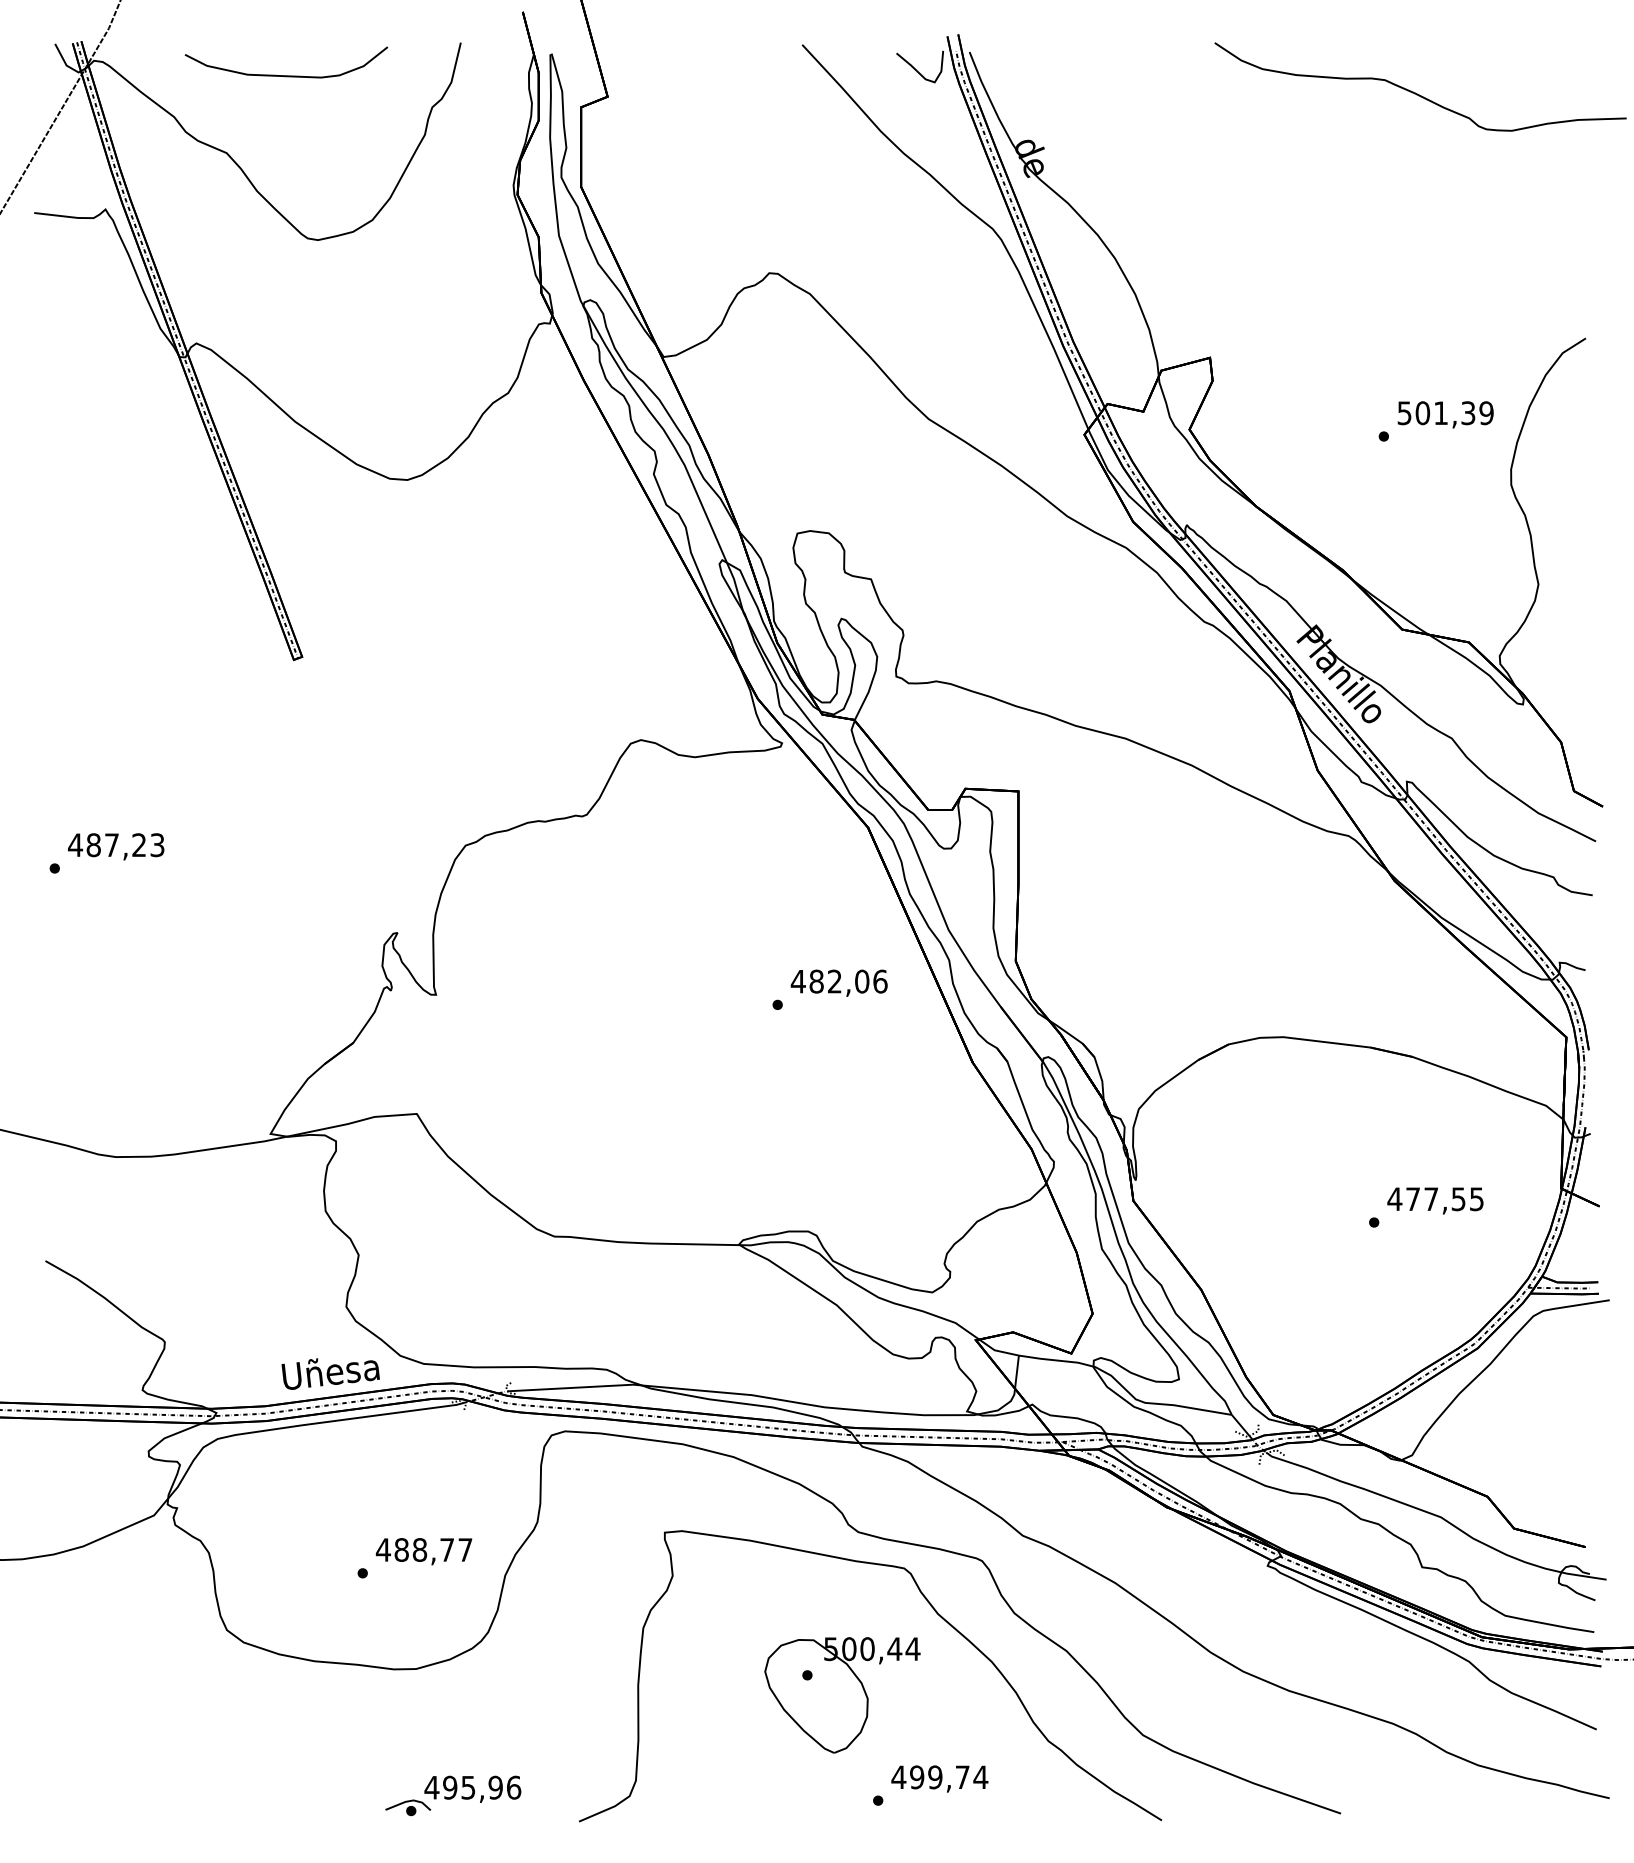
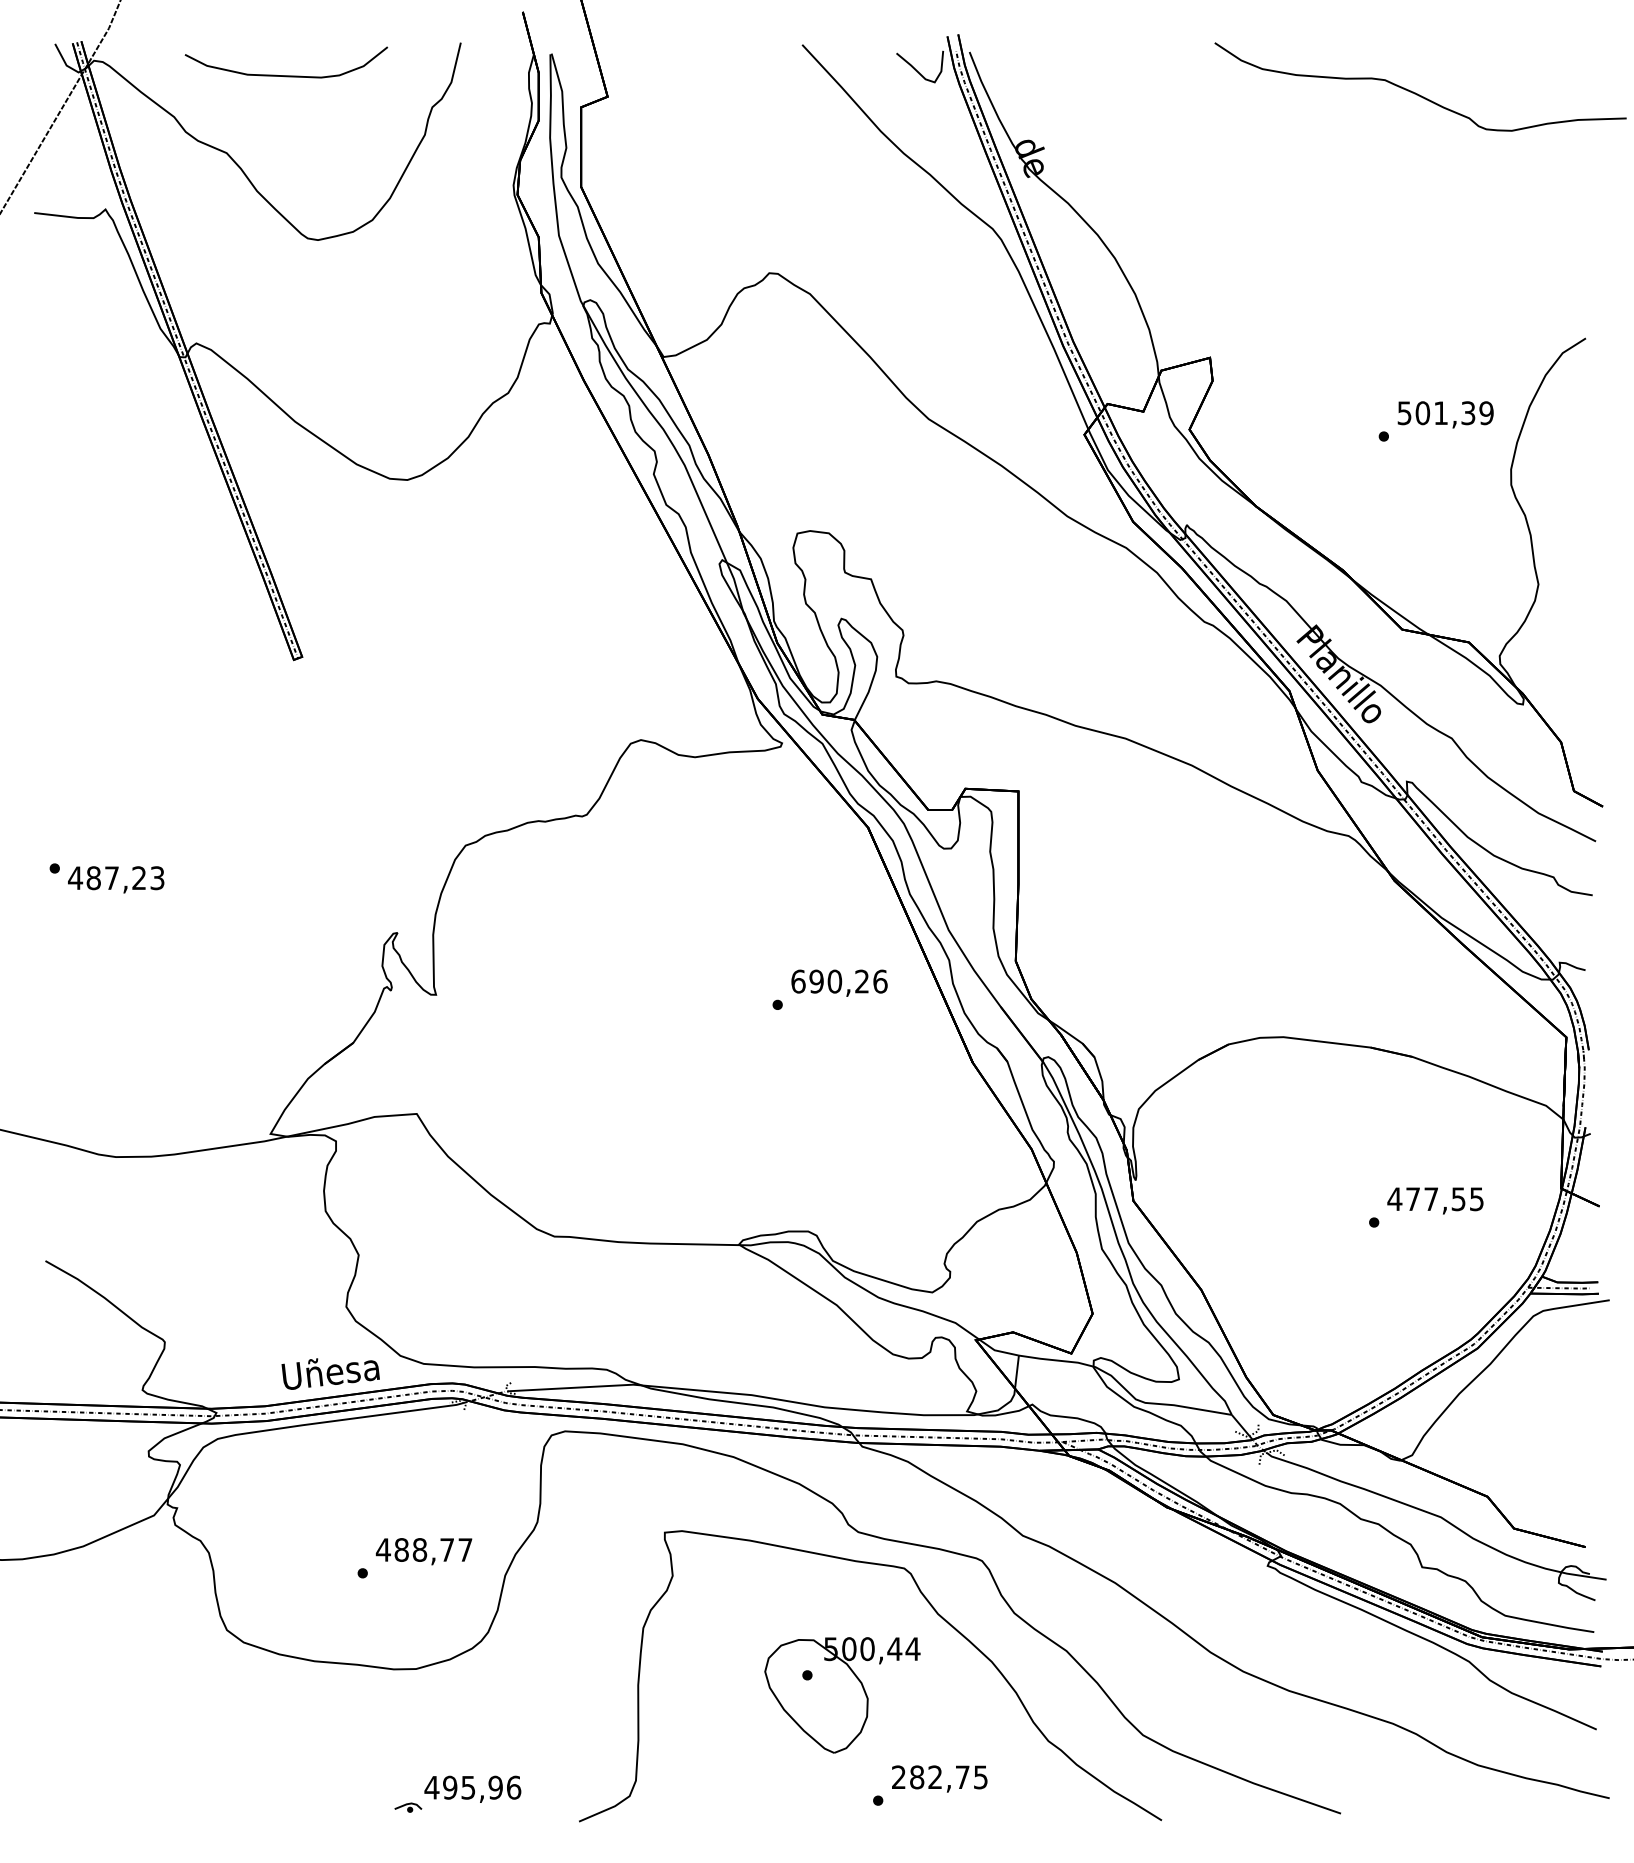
text at (116, 846) position: (116, 846) -> (116, 879)
text at (829, 981): 482,06 -> 690,26
text at (939, 1777): 499,74 -> 282,75
part at (408, 1807) size: 47x18 px -> 29x11 px
